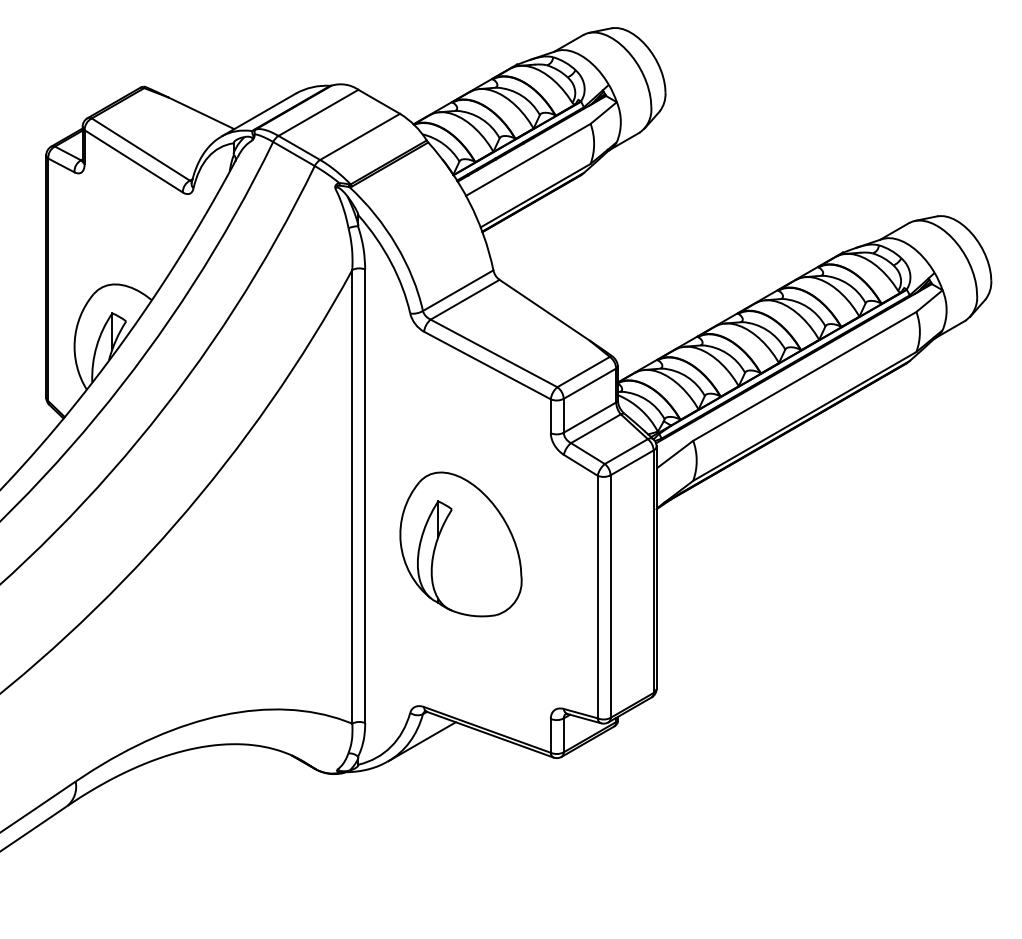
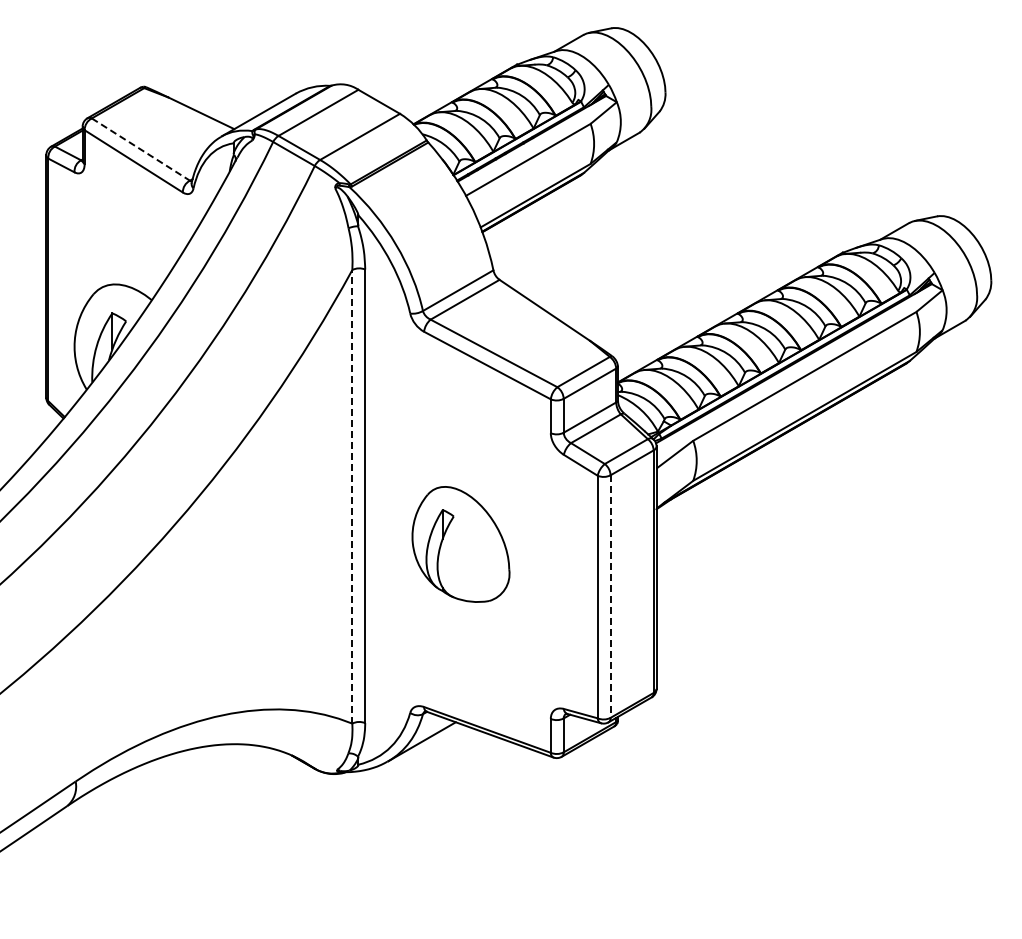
line at (141, 149): solid -> dashed
line at (352, 496): solid -> dashed
part at (460, 544) size: 124x147 px -> 100x117 px
line at (610, 597): solid -> dashed
